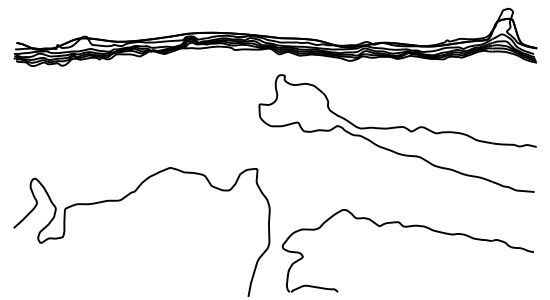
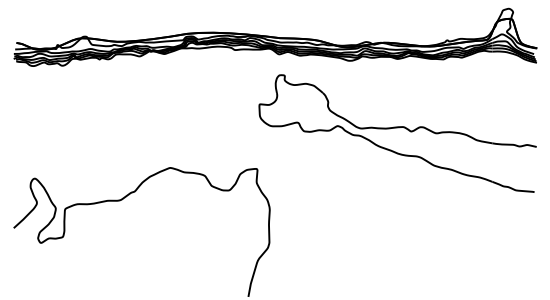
part at (407, 227): present -> none
